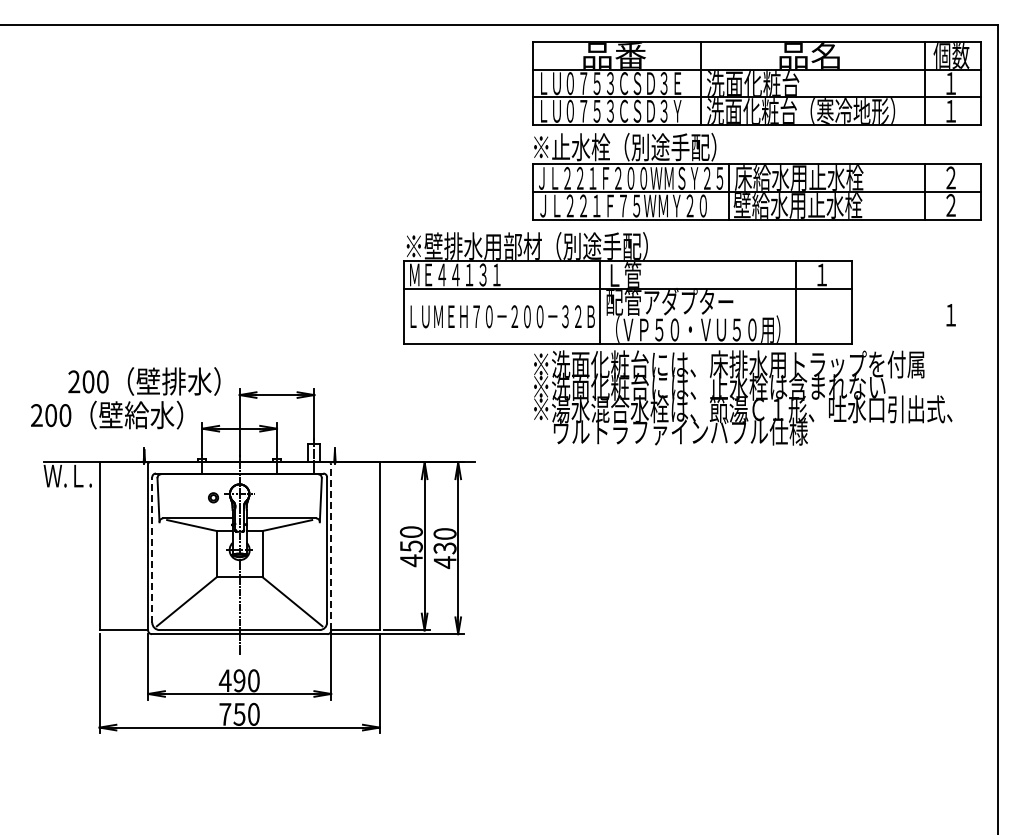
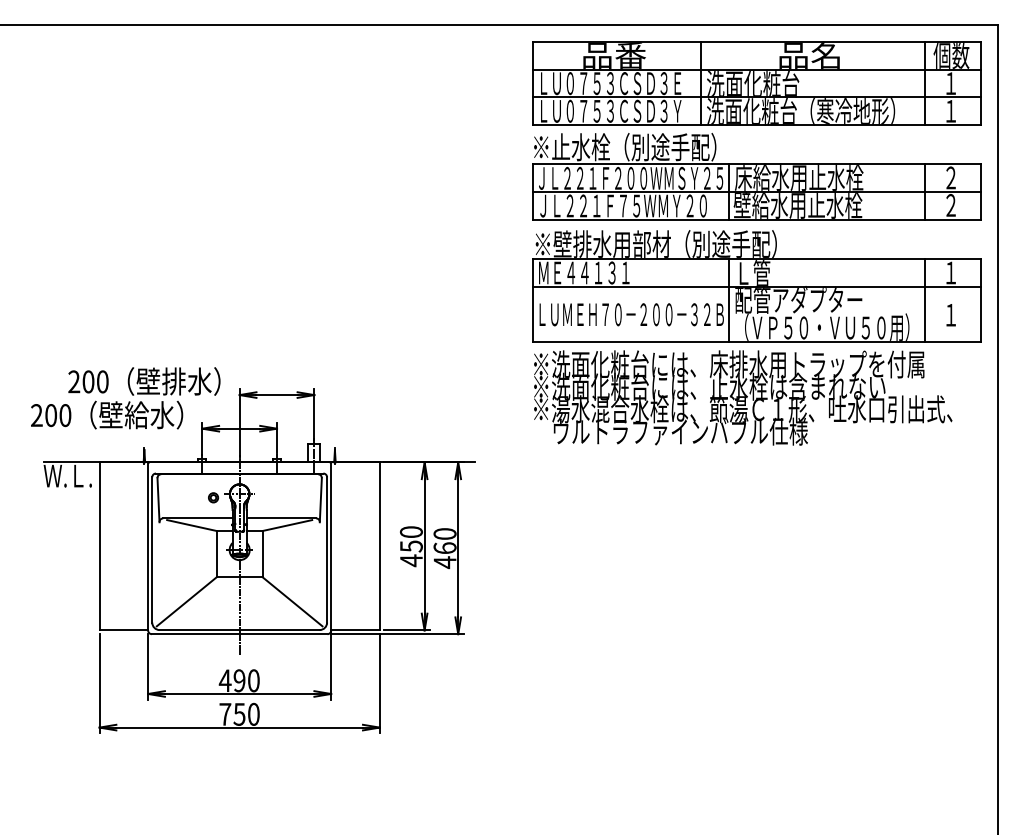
part at (627, 288) position: (627, 288) -> (756, 286)
line at (331, 546): dashed -> solid
text at (444, 548): 430 -> 460
line at (152, 549): dashed -> solid
